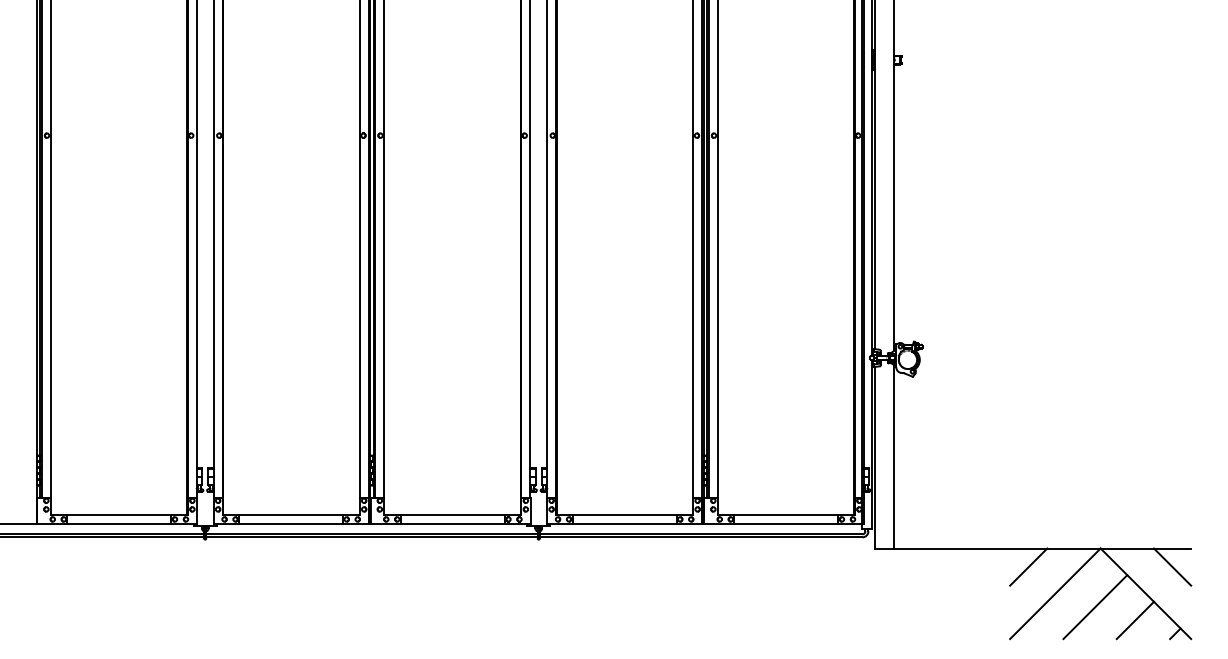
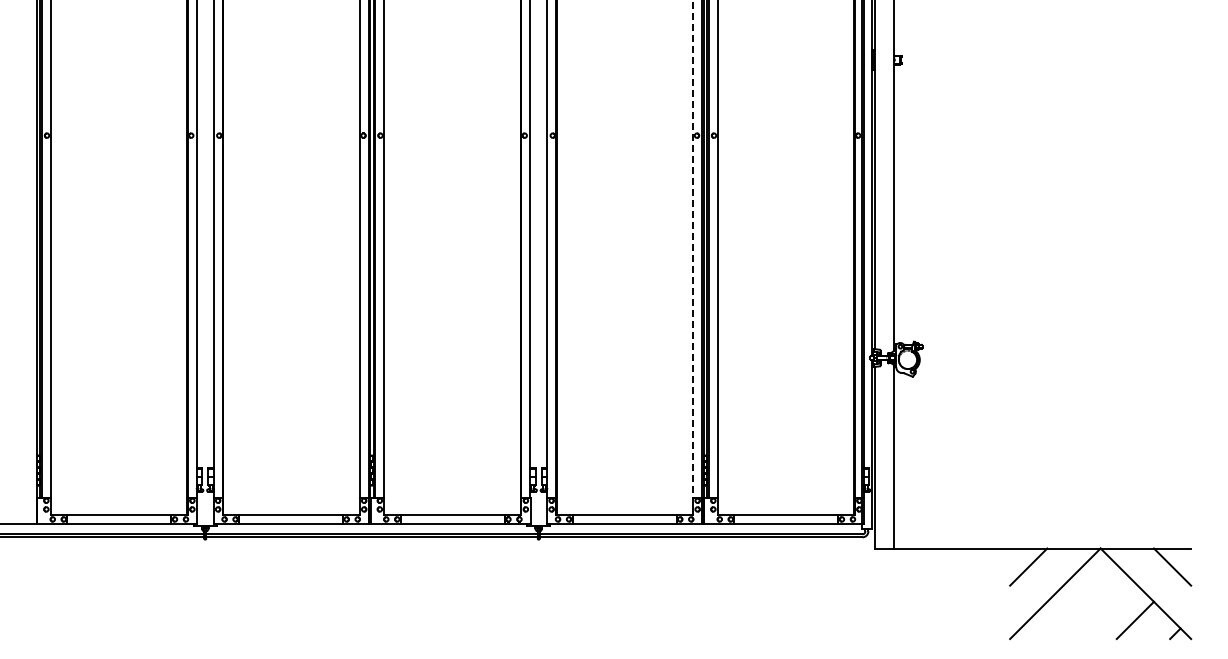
line at (693, 249): solid -> dashed
line at (1095, 607): present -> none
